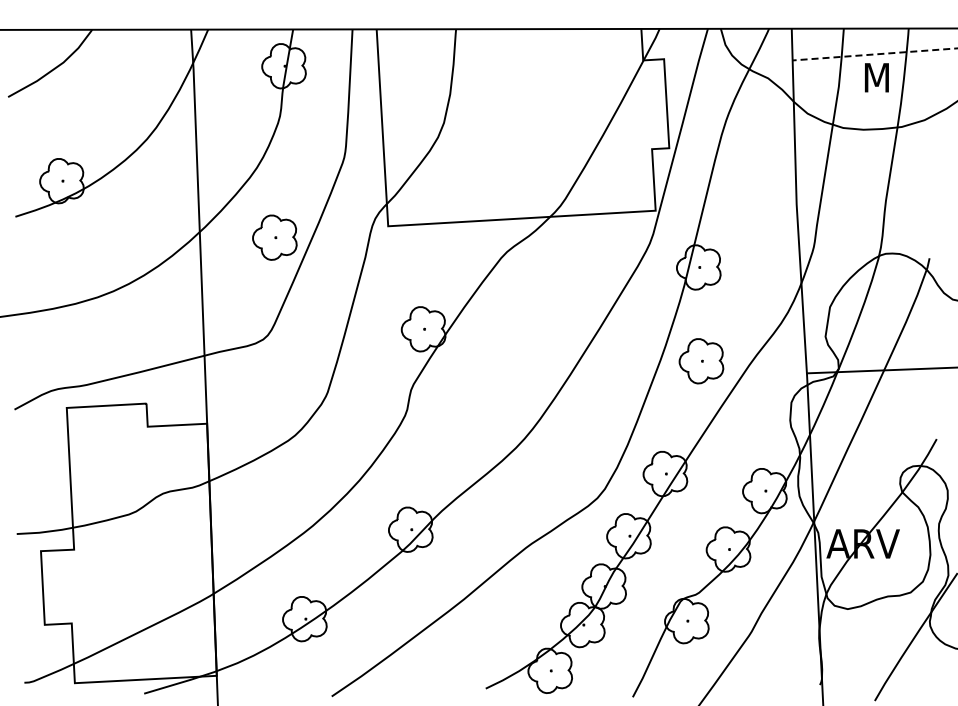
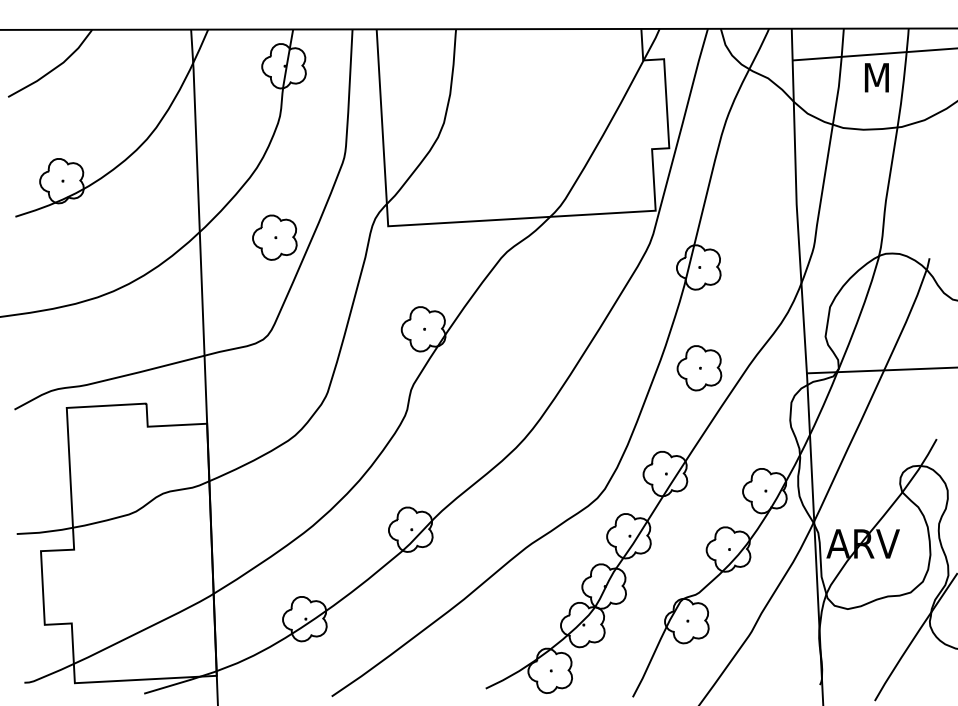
line at (874, 54): dashed -> solid
part at (701, 361) position: (701, 361) -> (699, 368)
